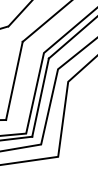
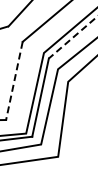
line at (73, 37): solid -> dashed
line at (14, 80): solid -> dashed
